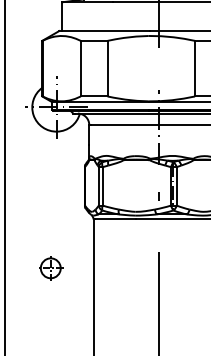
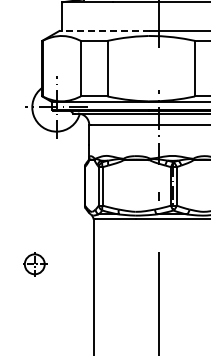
line at (103, 31): solid -> dashed
line at (5, 177): present -> none
part at (51, 268) position: (51, 268) -> (35, 264)
